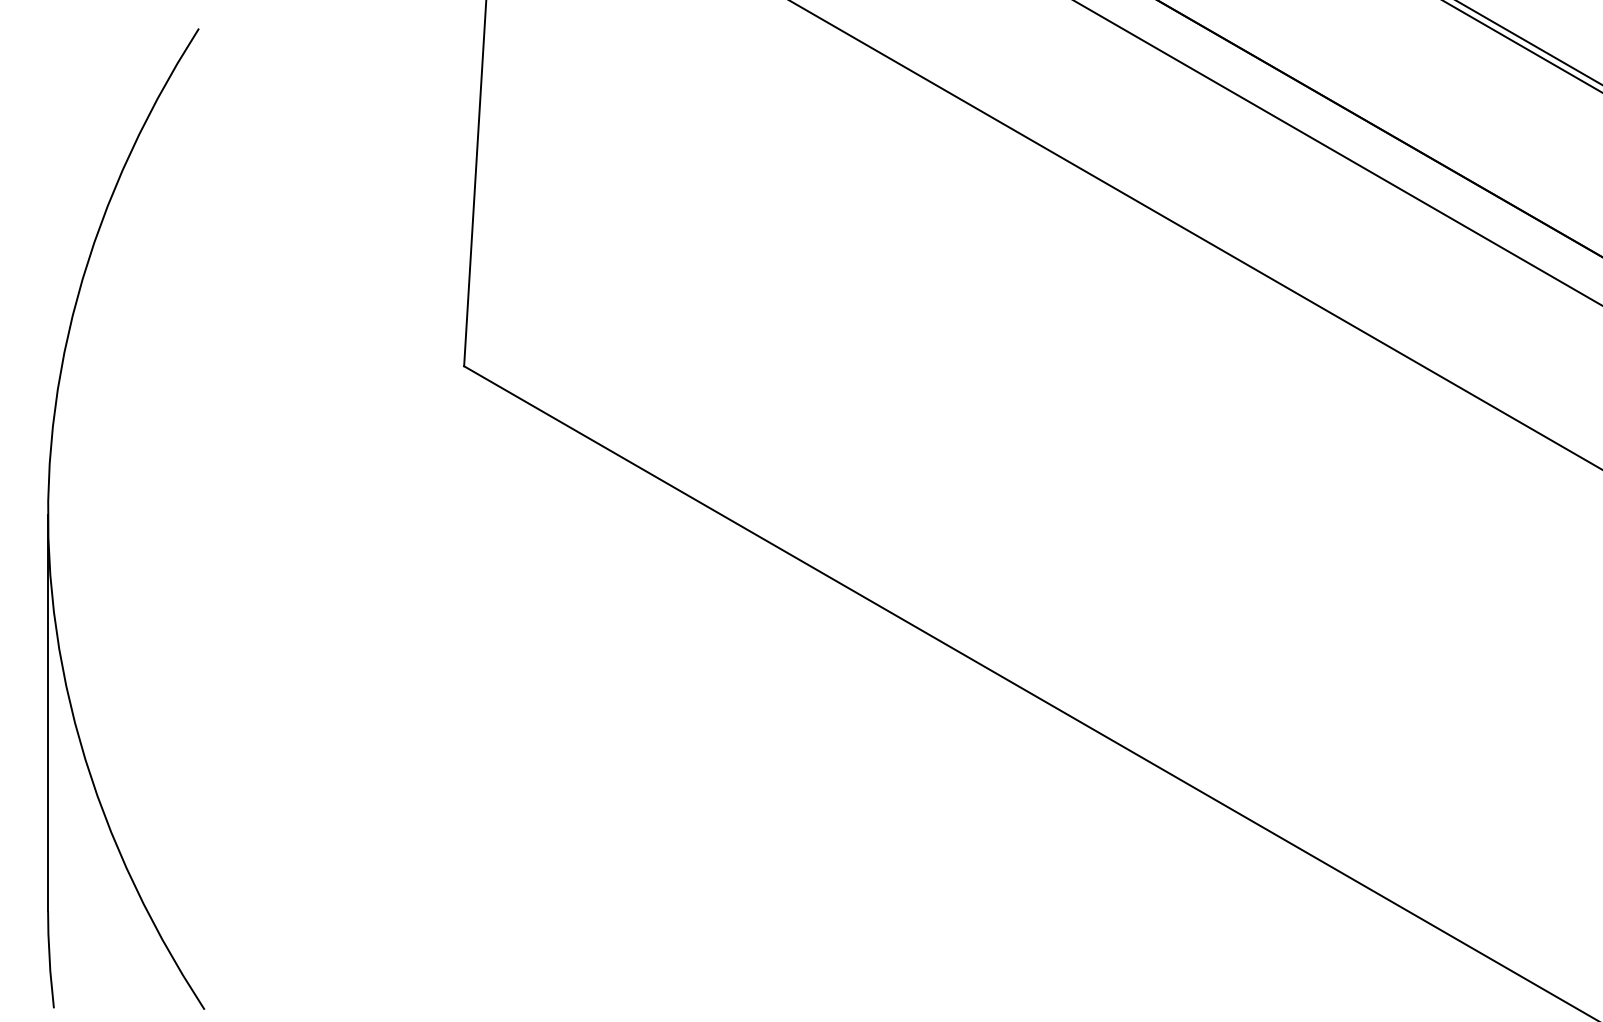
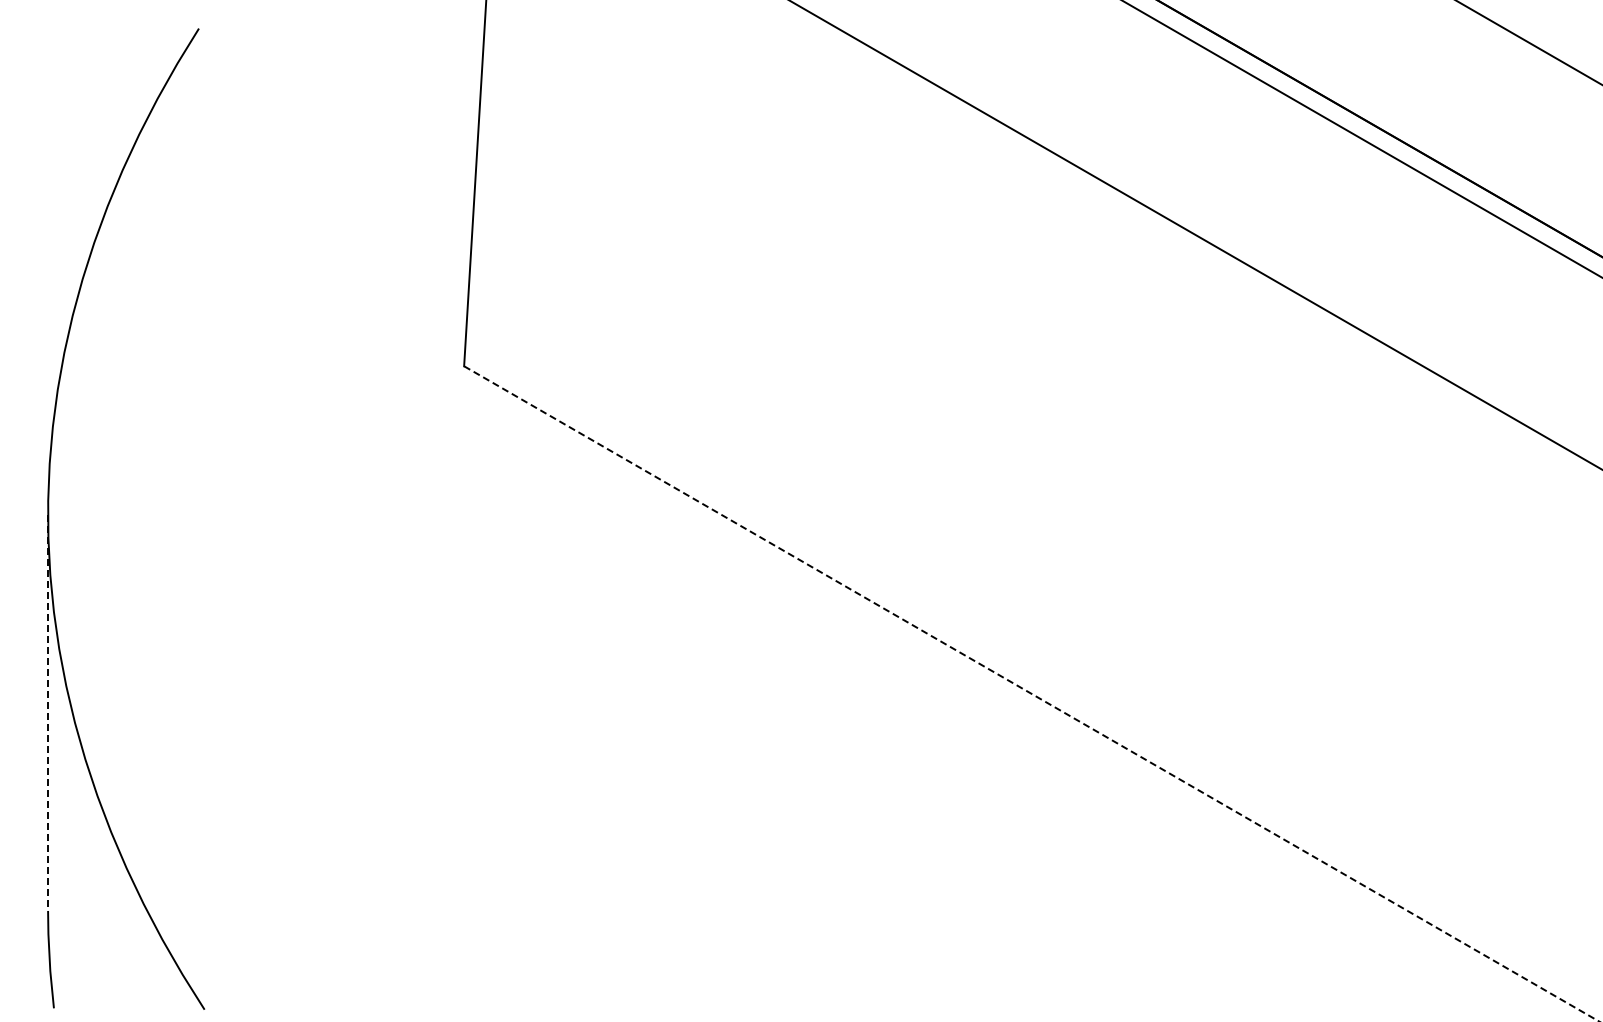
line at (1522, 46): present -> none
line at (1337, 153) position: (1337, 153) -> (1362, 139)
line at (1032, 694): solid -> dashed
line at (48, 713): solid -> dashed
